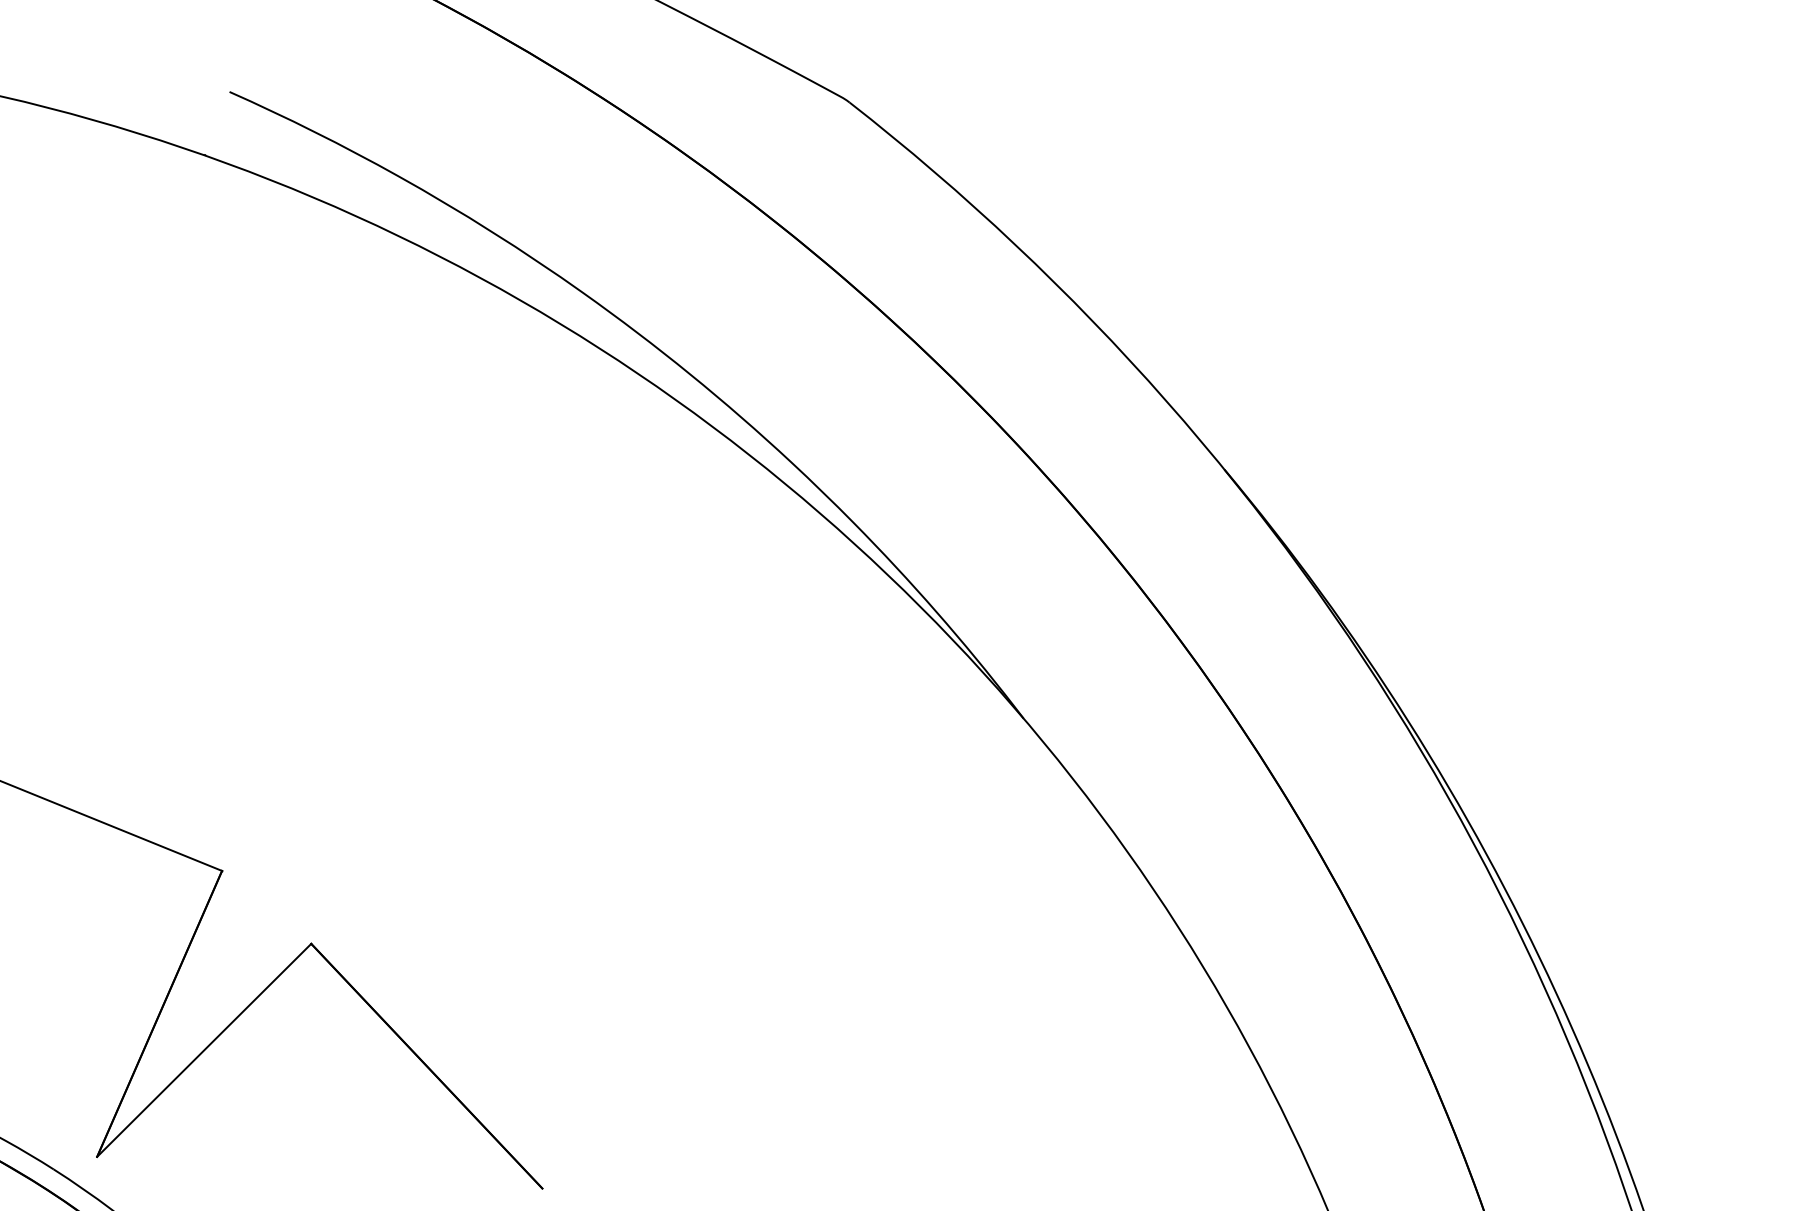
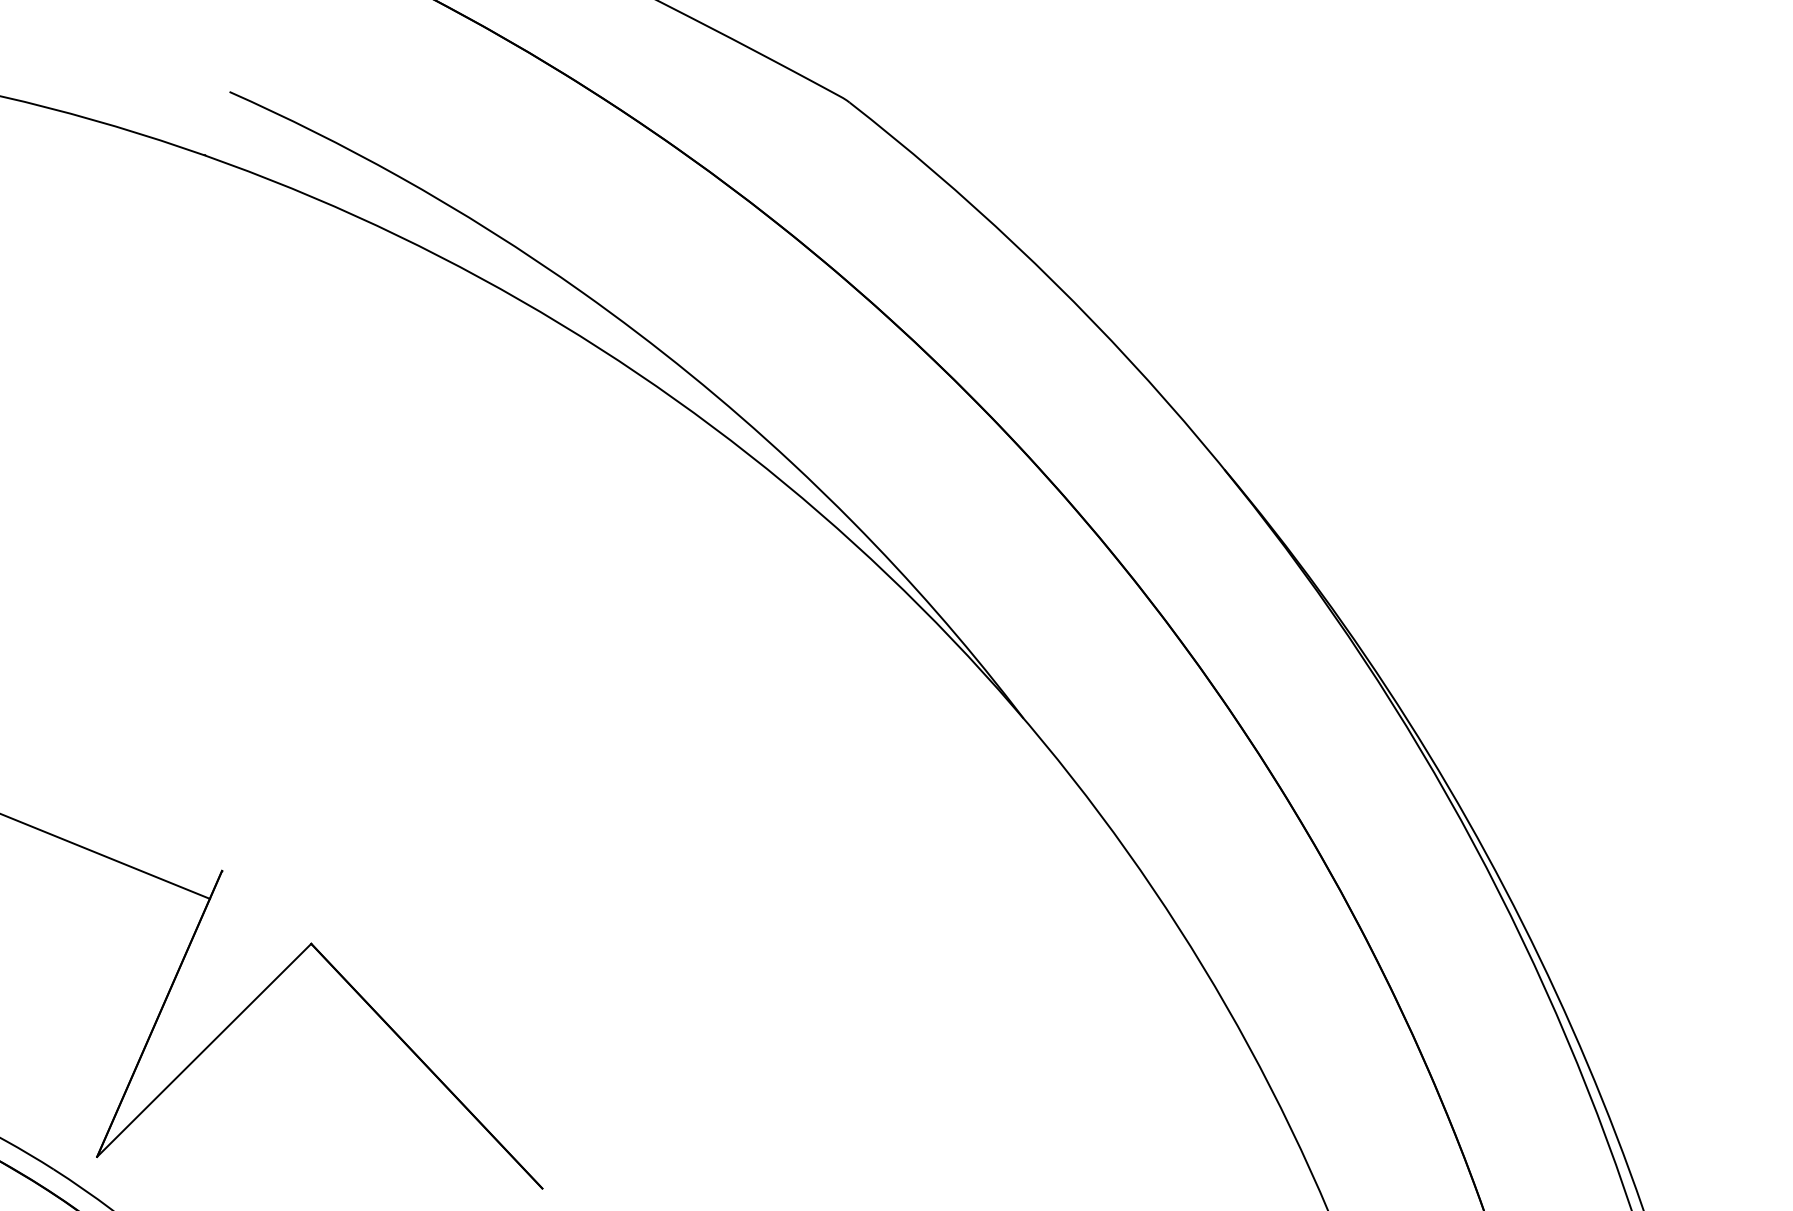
line at (112, 825) position: (112, 825) -> (106, 856)
